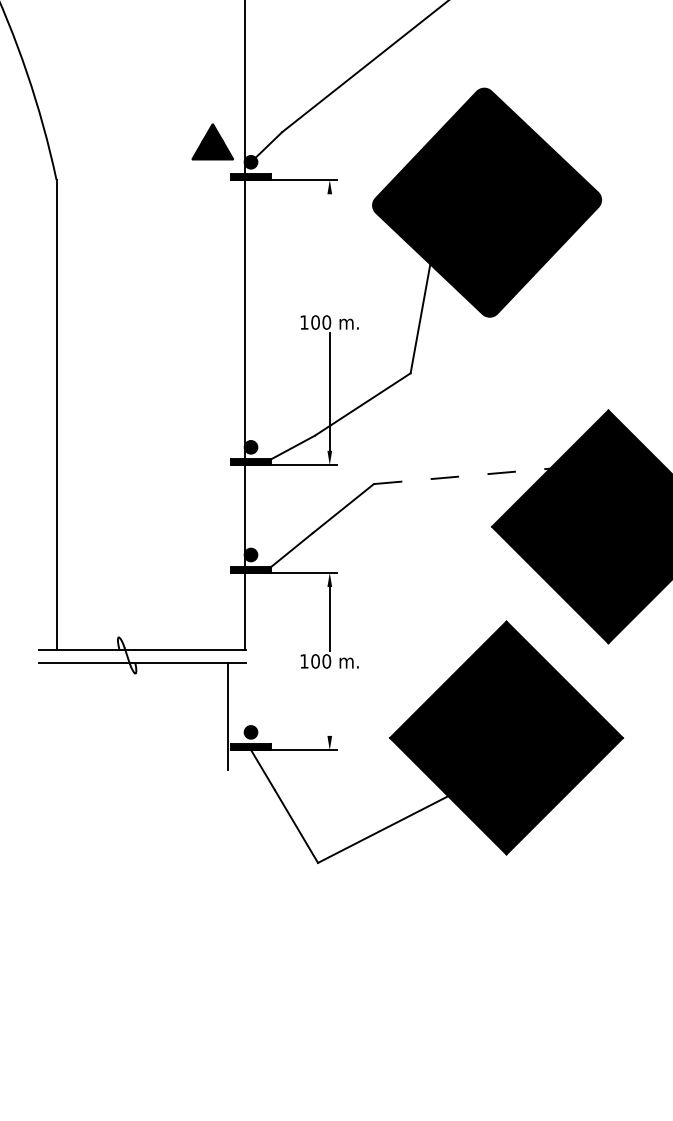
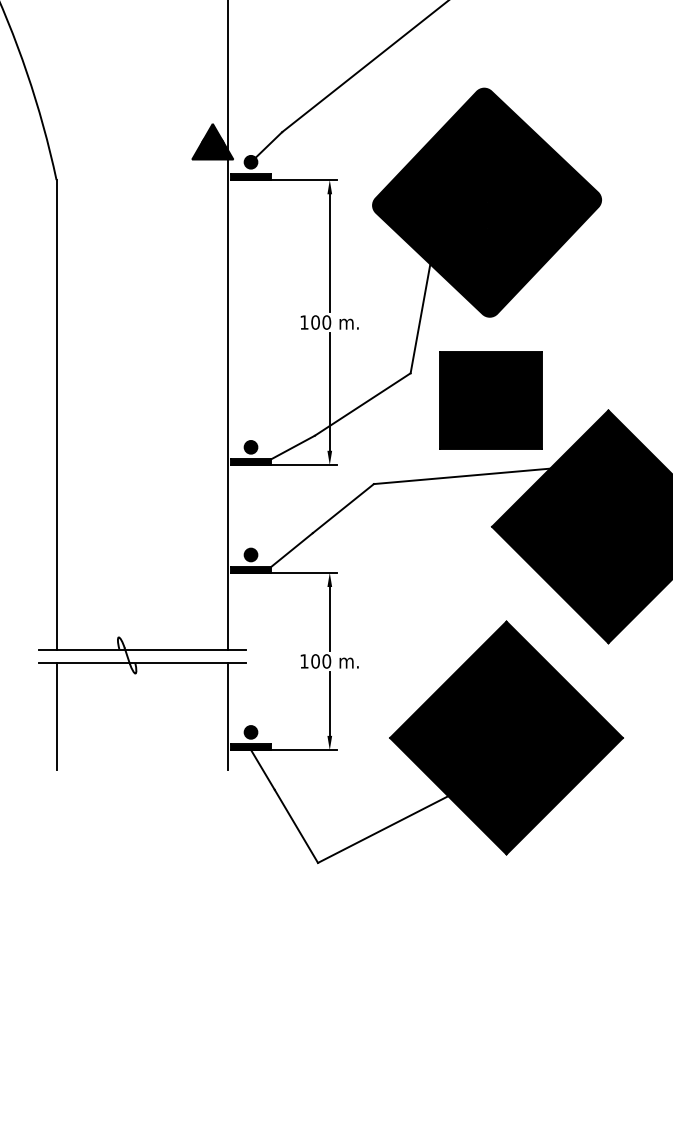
line at (329, 252): none -> present
line at (244, 325) position: (244, 325) -> (227, 325)
part at (490, 400): none -> present
line at (462, 476): dashed -> solid
line at (329, 703): none -> present
line at (56, 715): none -> present
